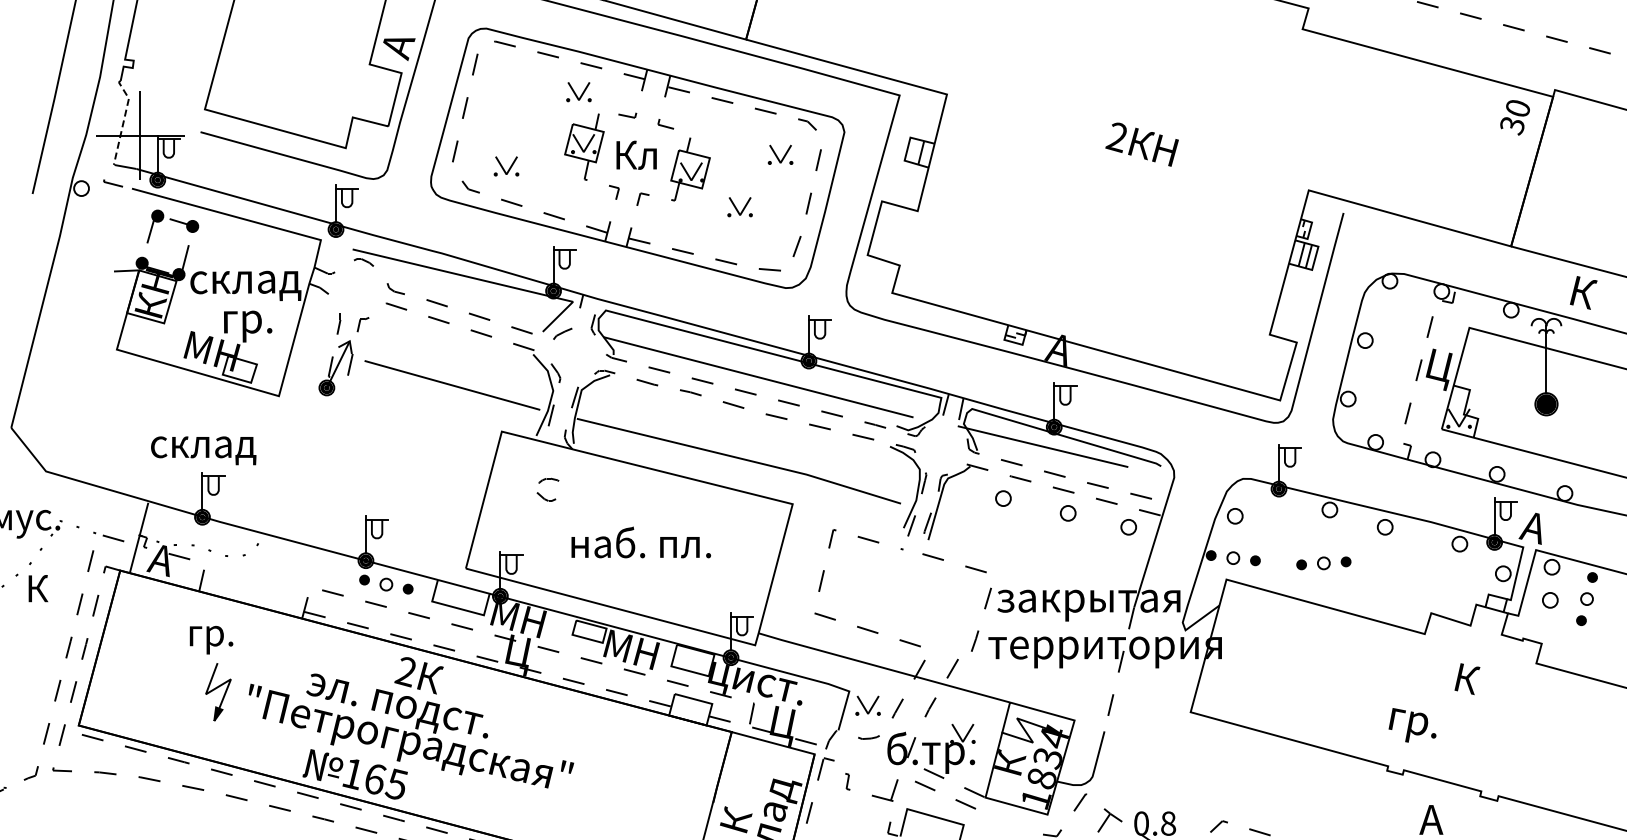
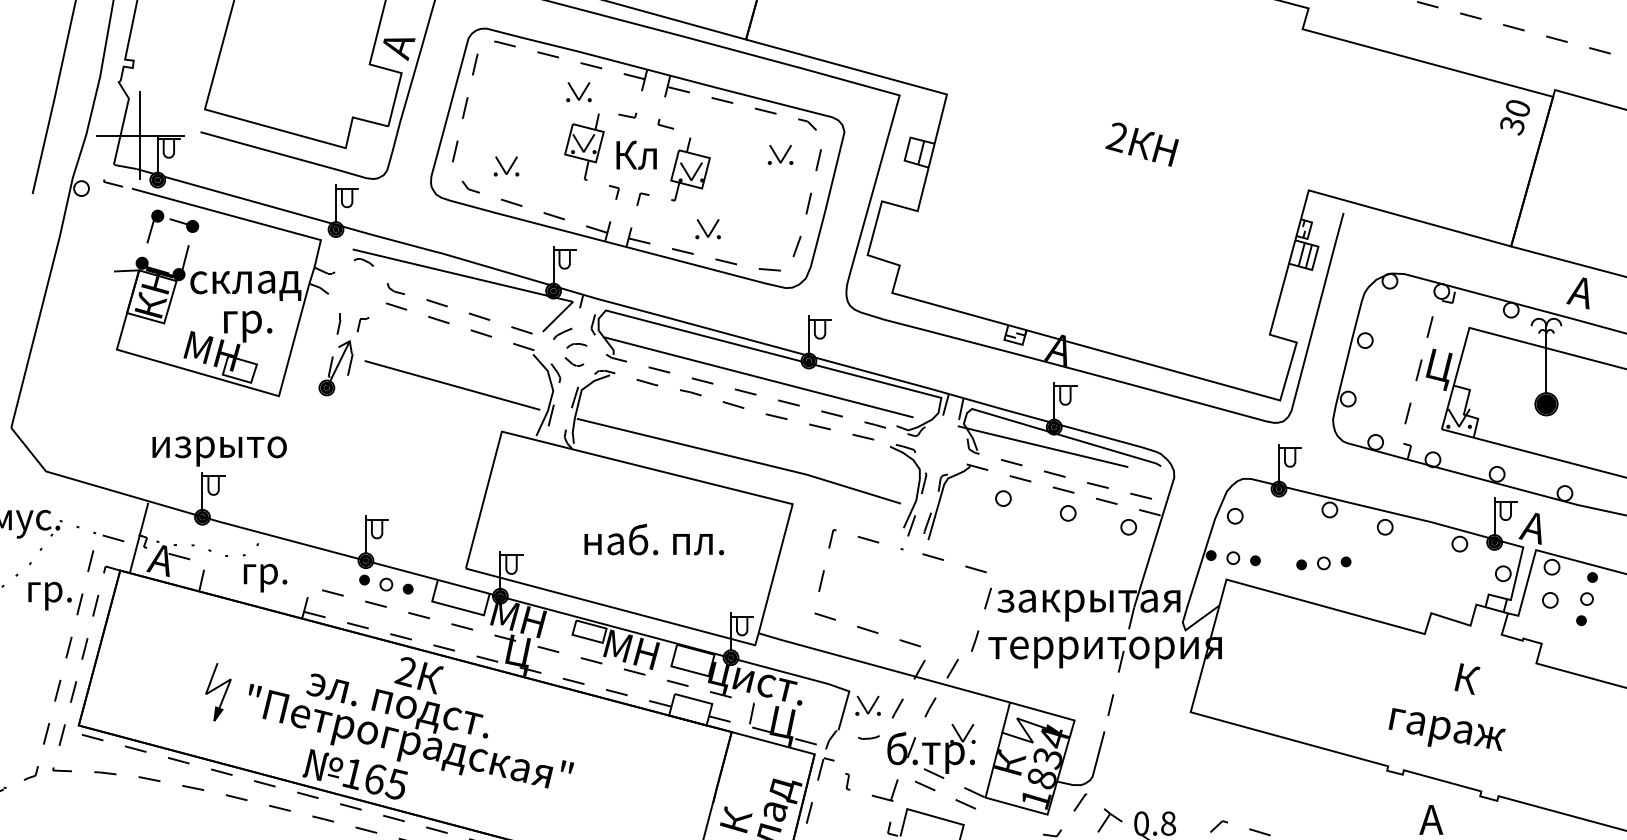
line at (124, 120): dashed -> solid
part at (739, 207) position: (739, 207) -> (707, 229)
text at (1581, 292): К -> А
text at (218, 451): склад -> изрыто
part at (543, 496) position: (543, 496) -> (571, 361)
text at (641, 542) position: (641, 542) -> (654, 539)
text at (49, 592): К -> гр.
text at (211, 640) position: (211, 640) -> (265, 578)
text at (1455, 731): гр. -> гараж
